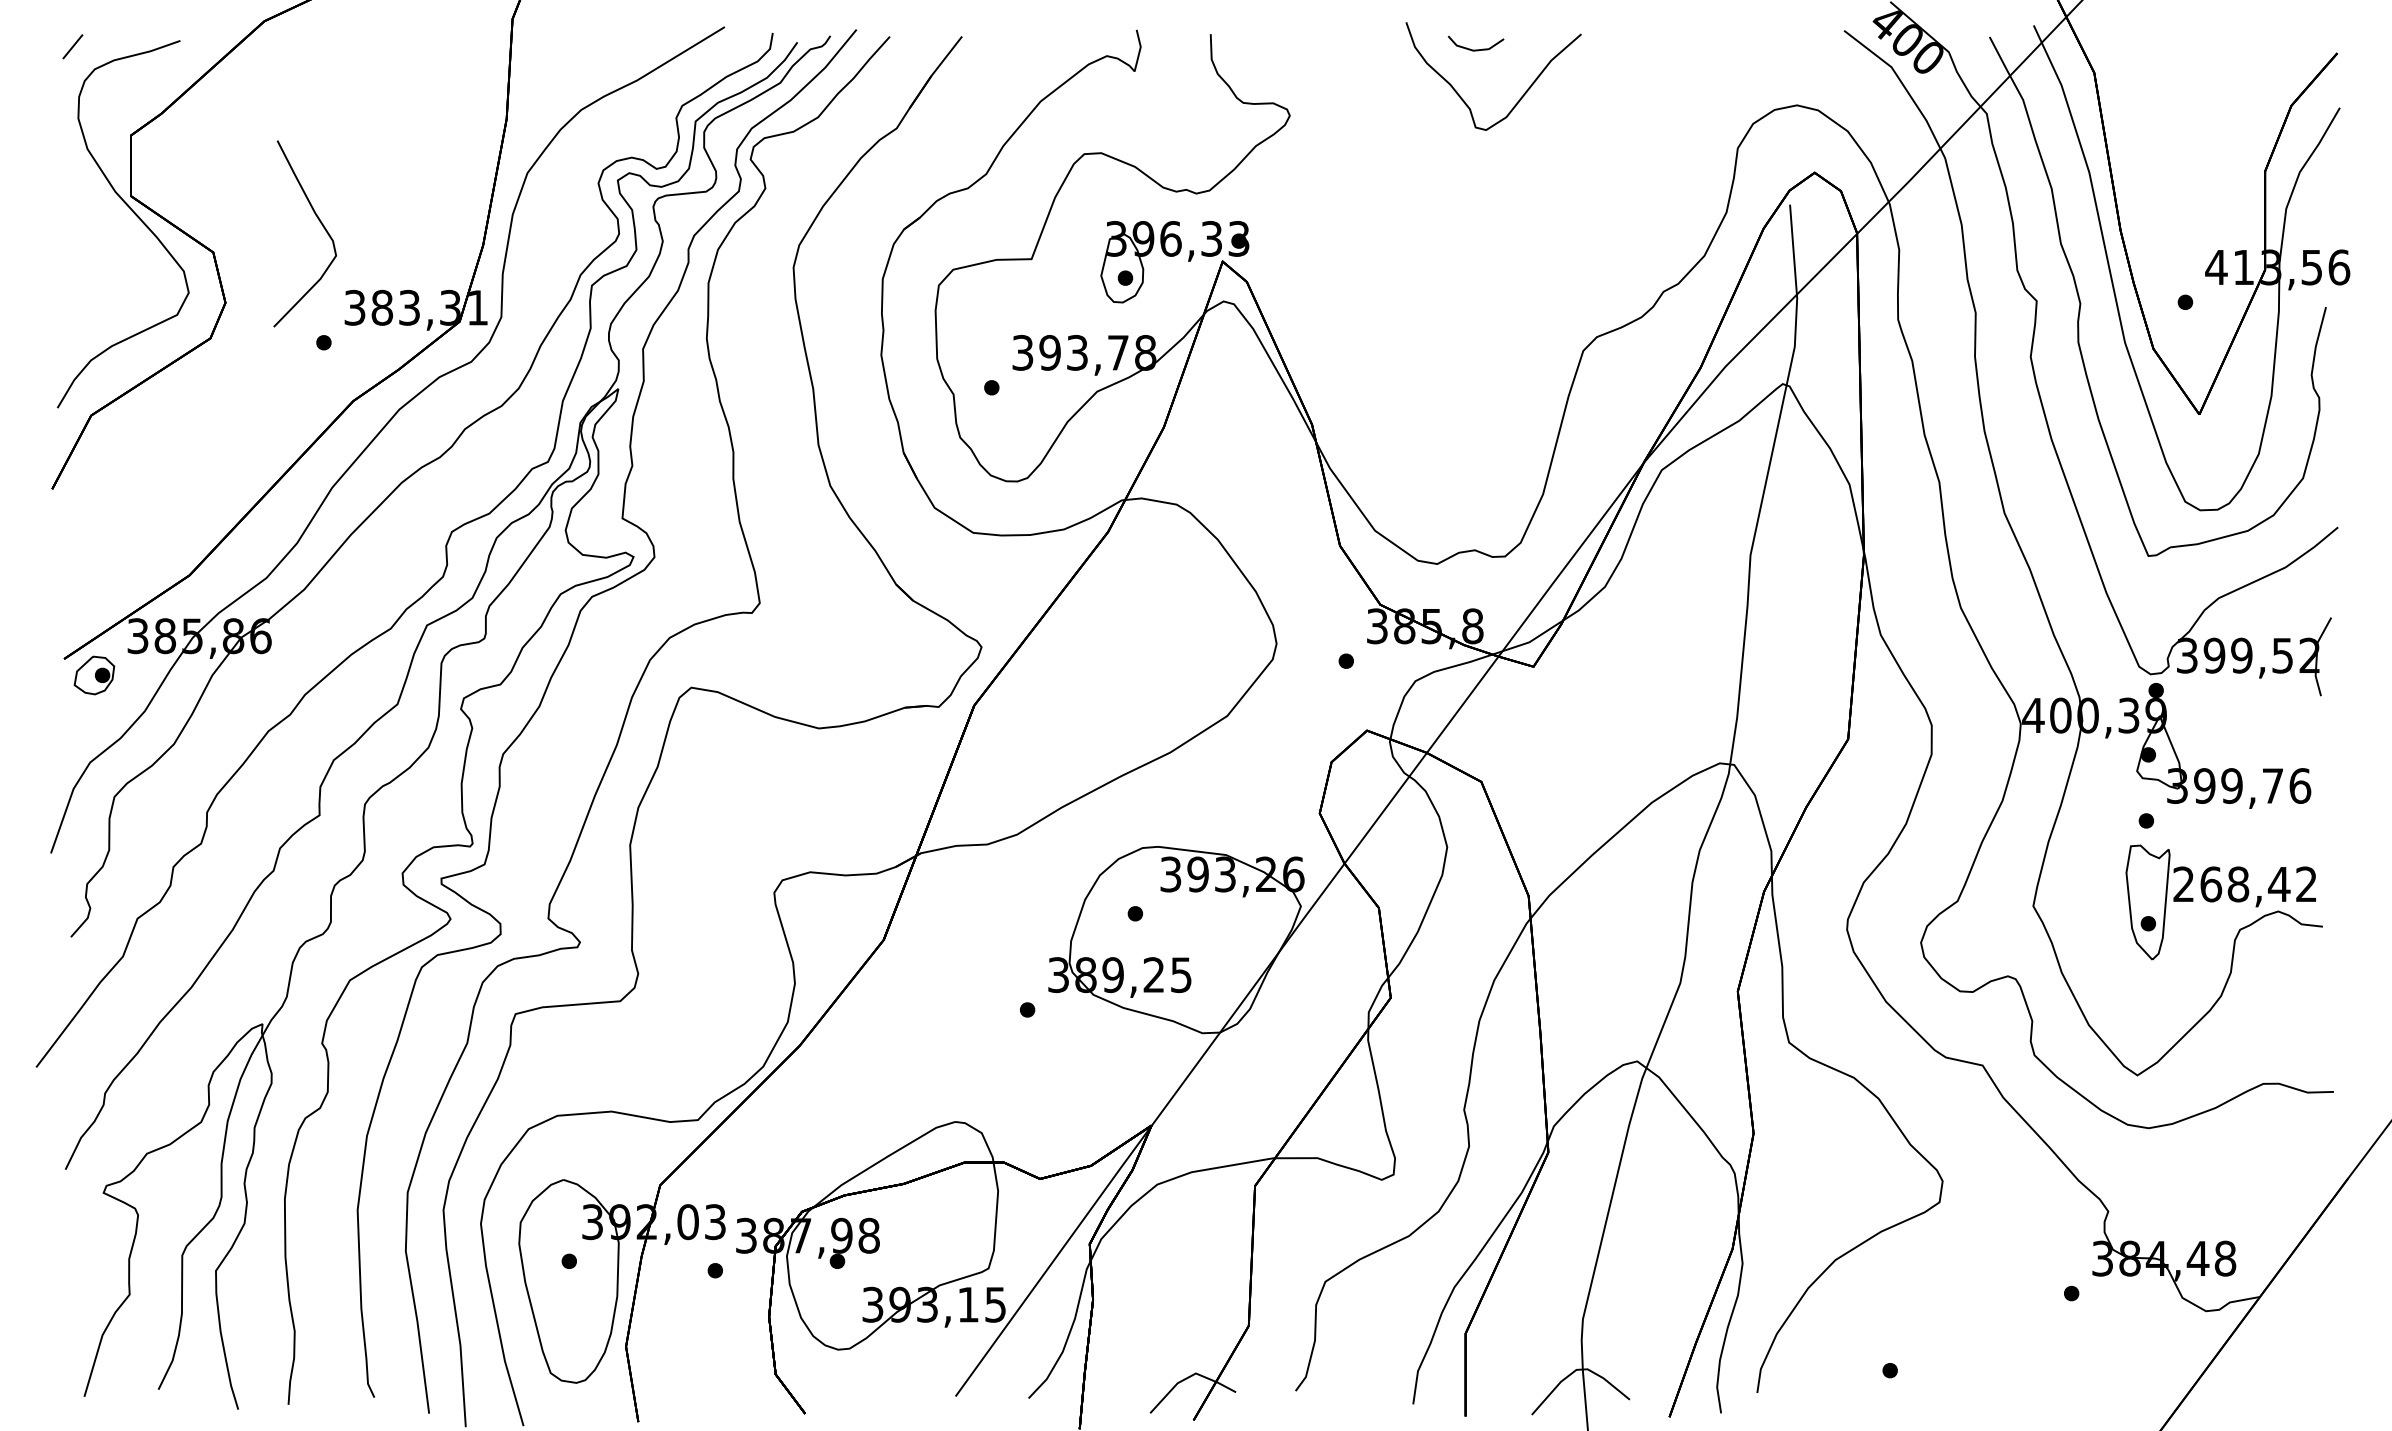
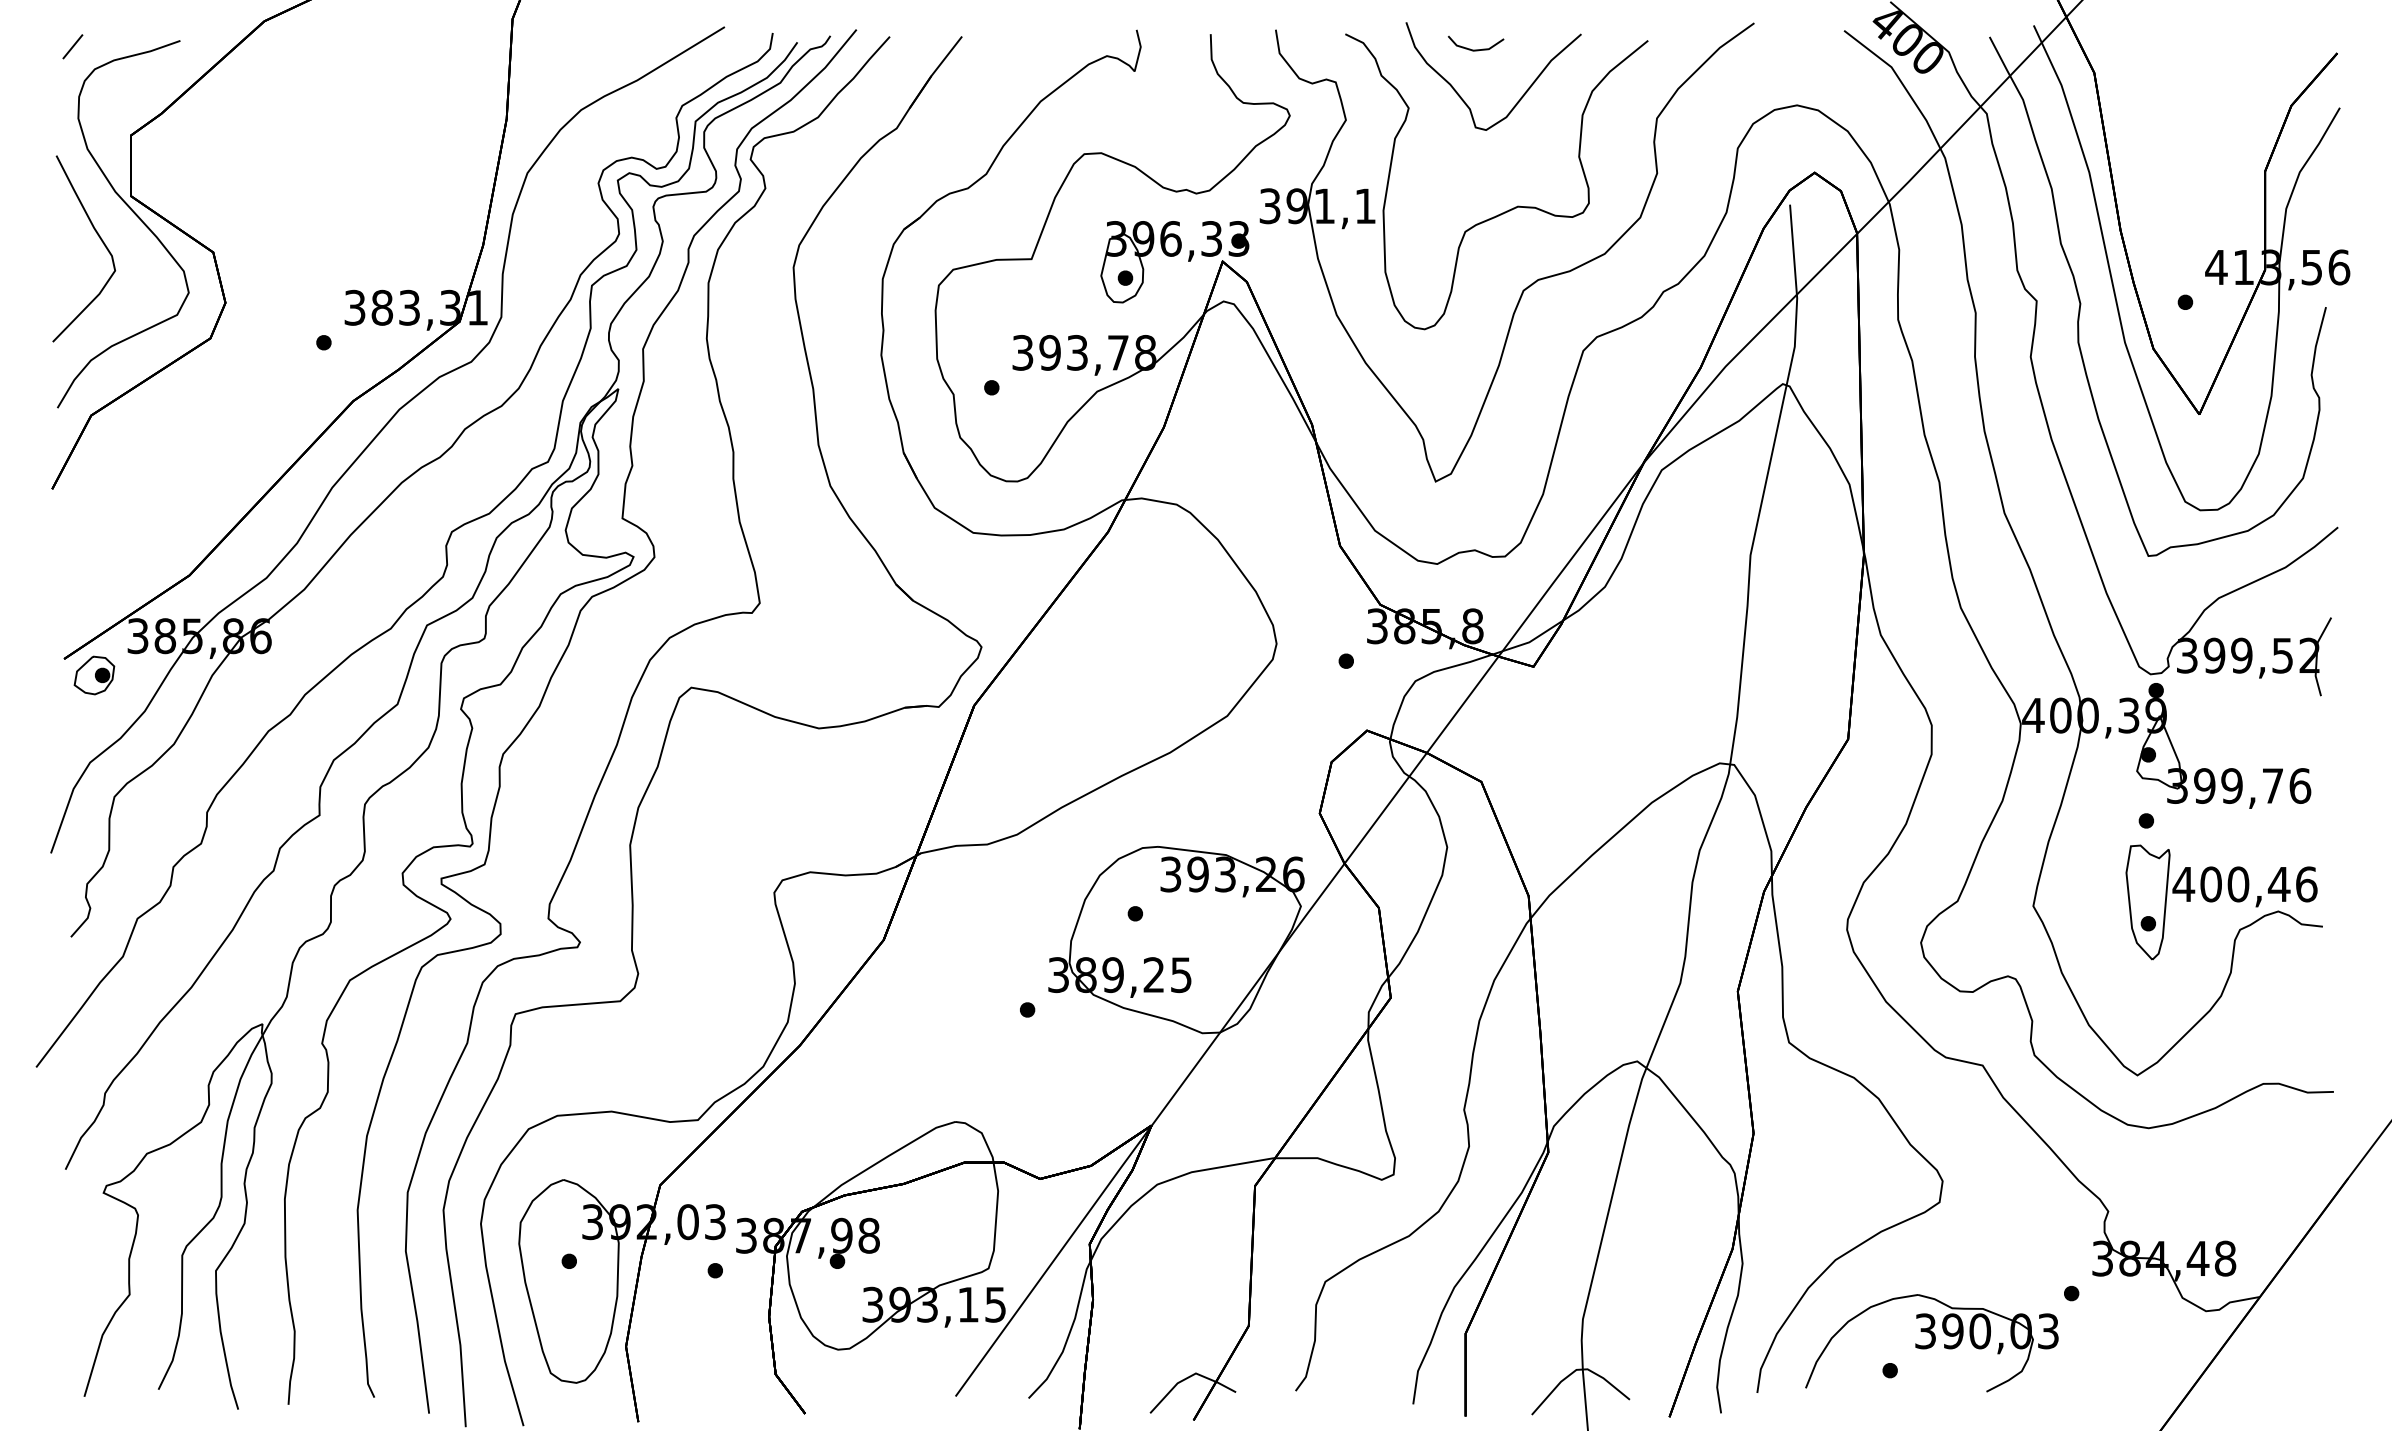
part at (1492, 219): none -> present
curve at (320, 223) position: (320, 223) -> (99, 238)
text at (2244, 884): 268,42 -> 400,46
part at (1931, 1343): none -> present
